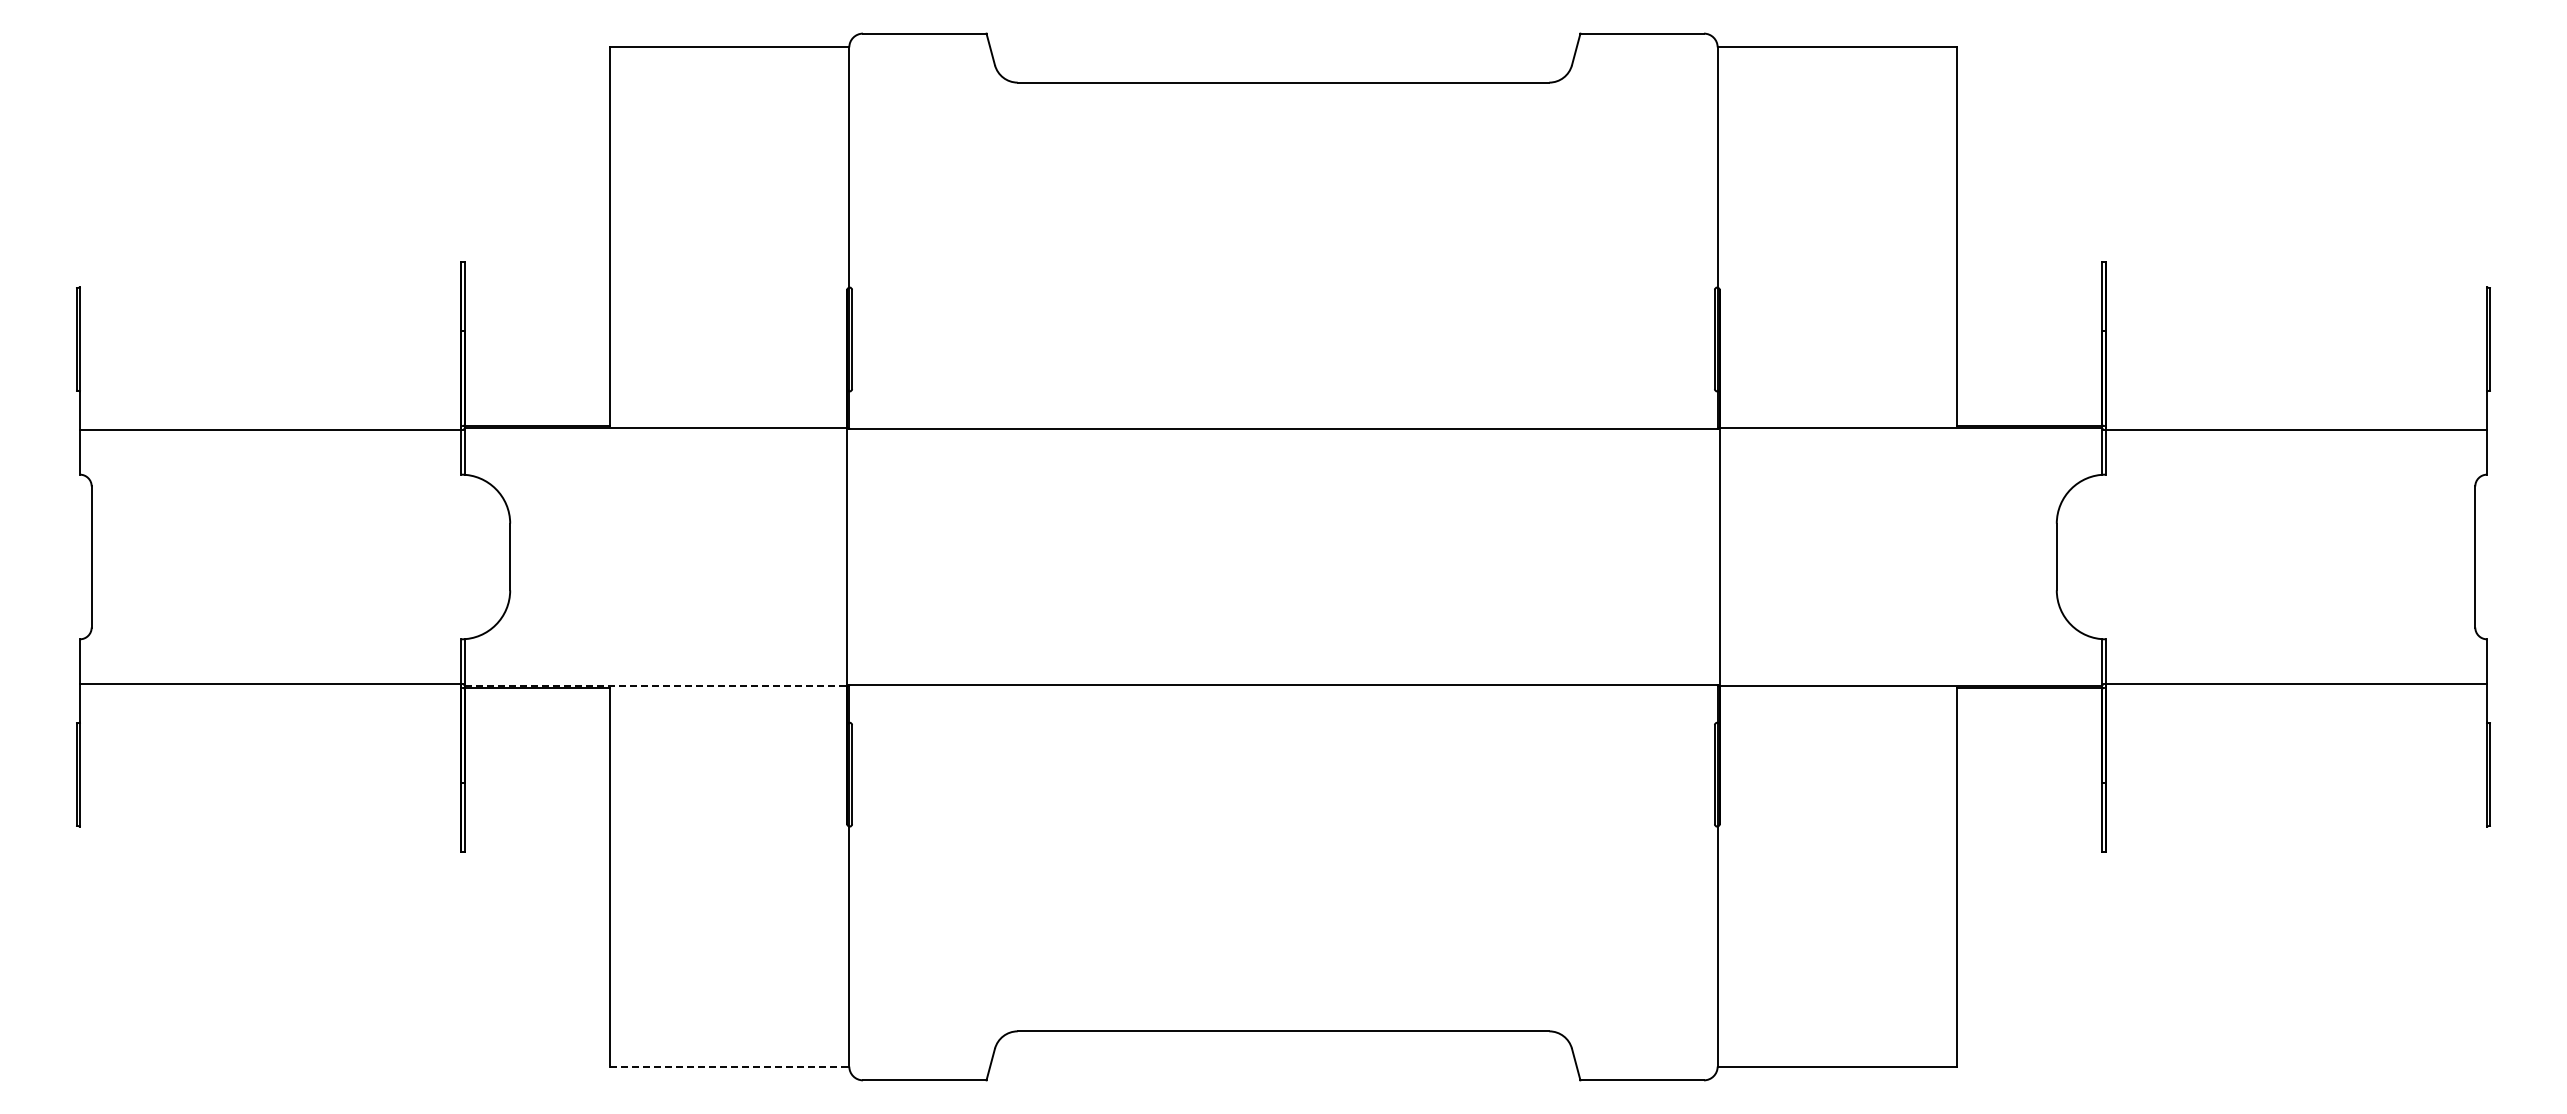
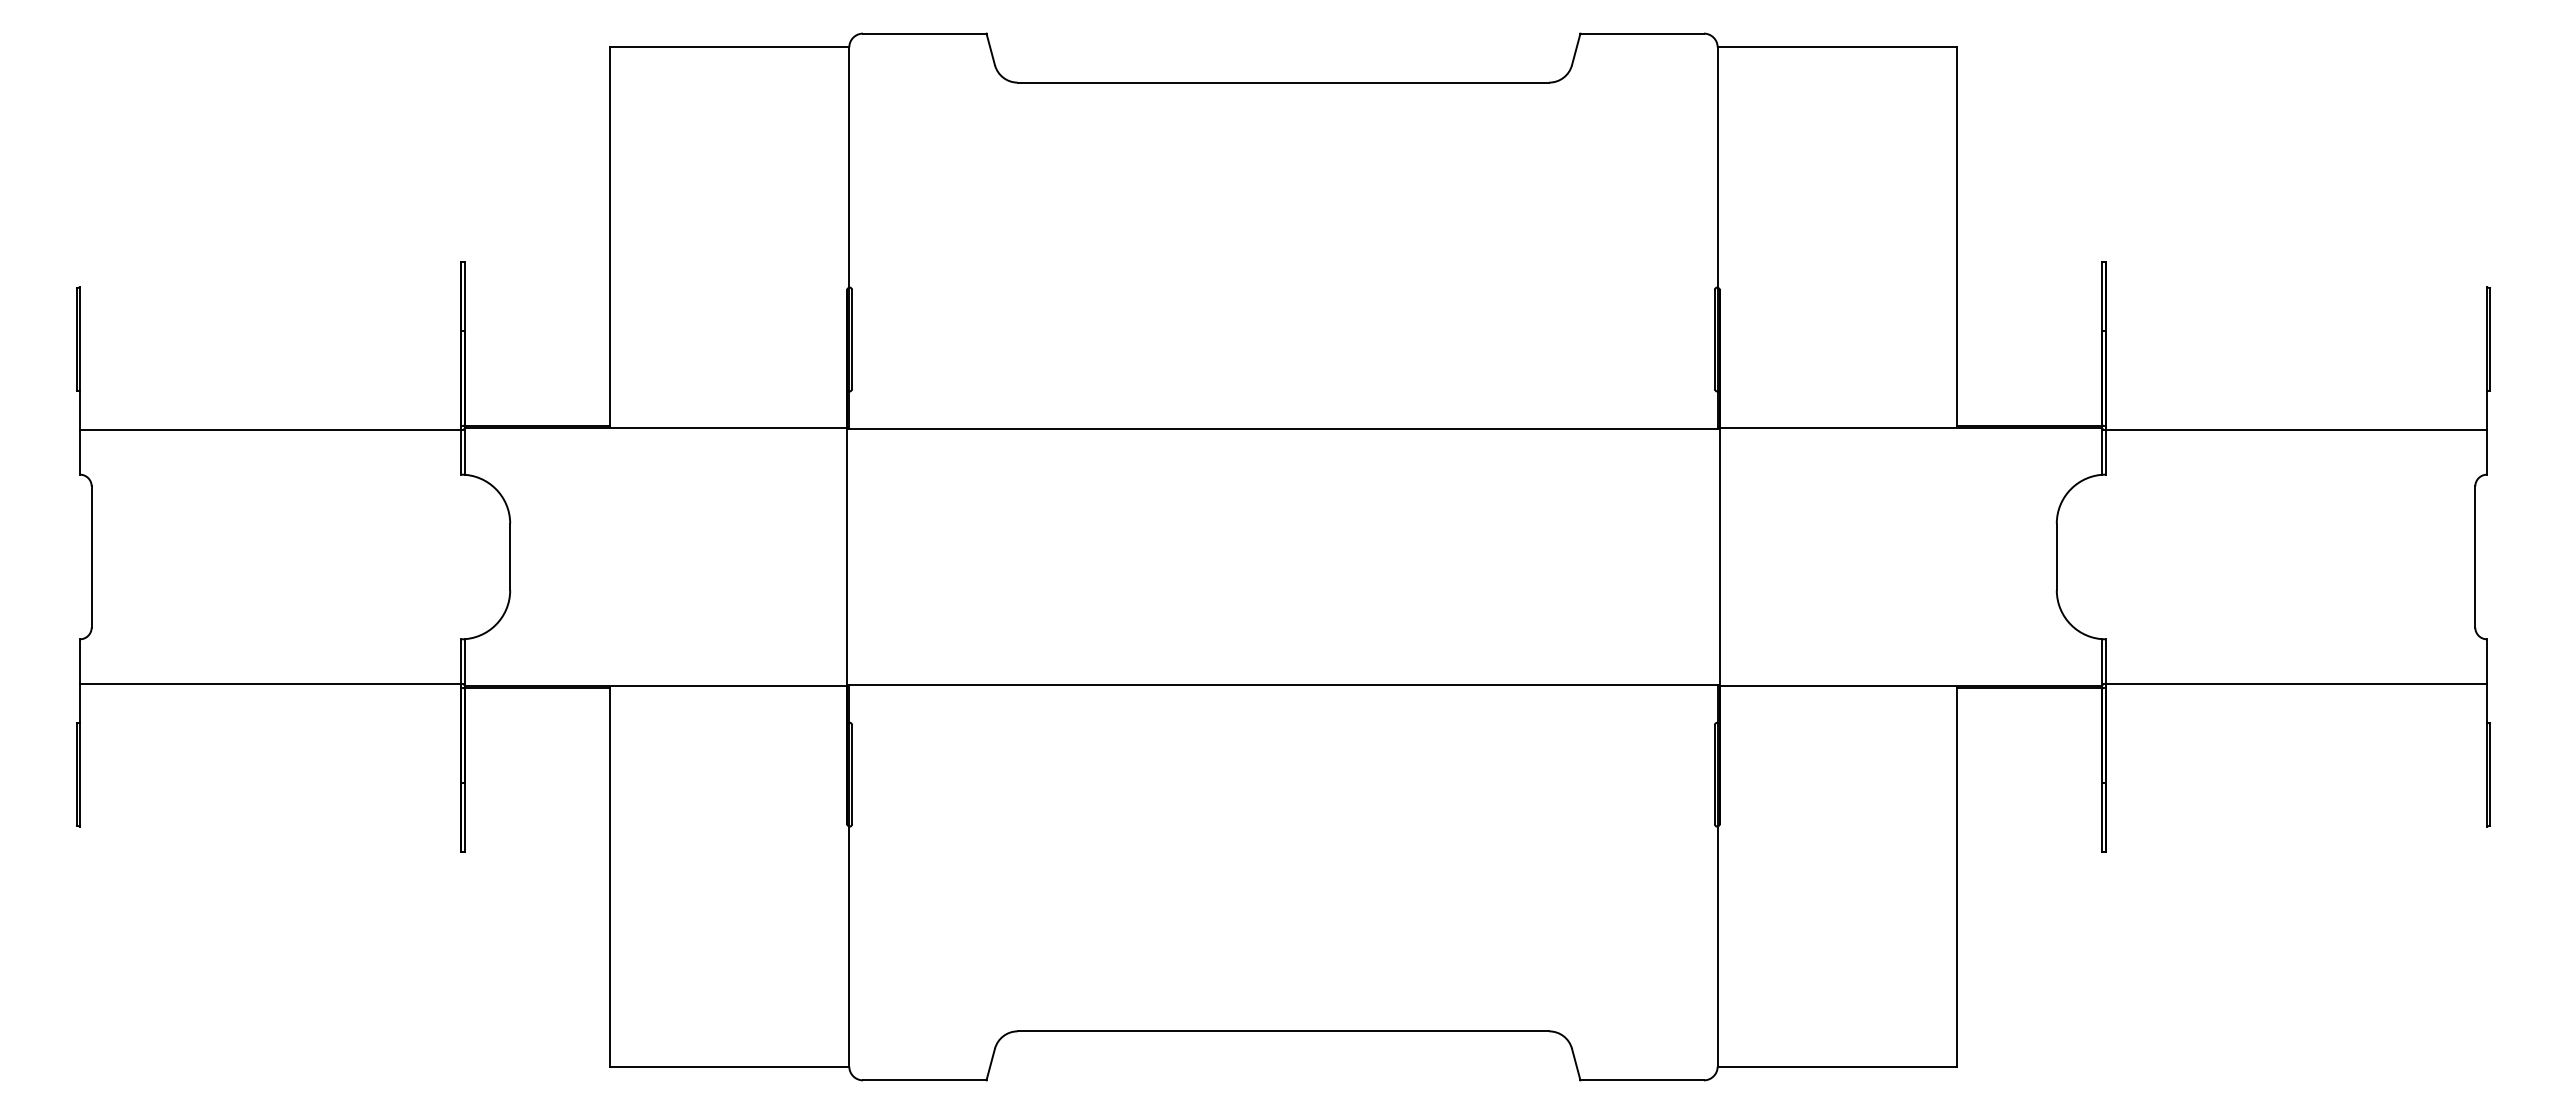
line at (656, 686): dashed -> solid
line at (729, 1066): dashed -> solid
